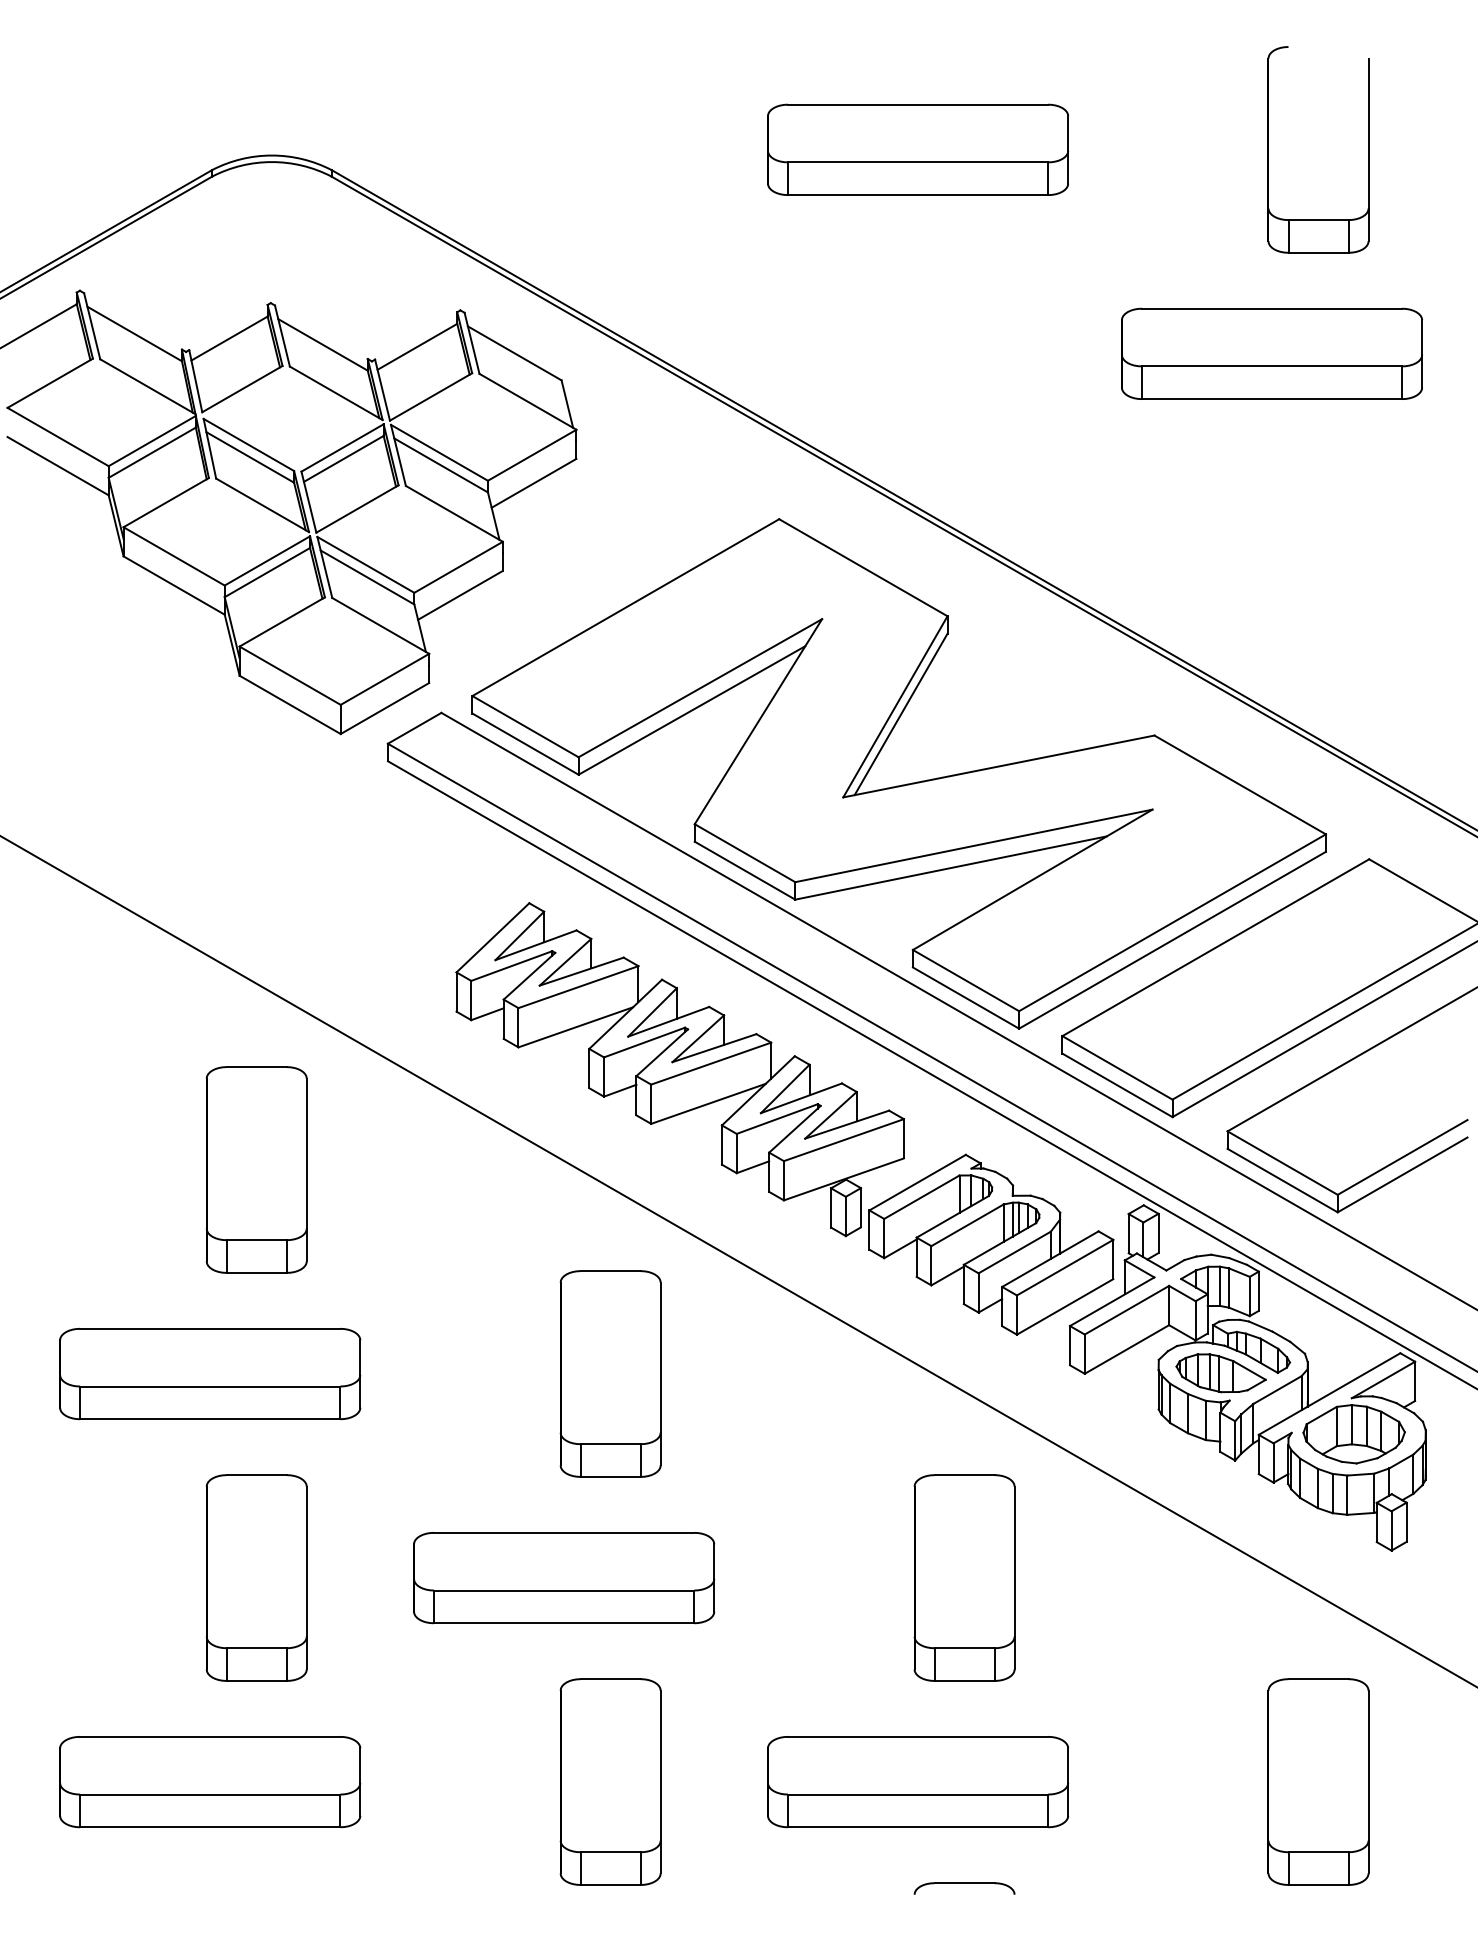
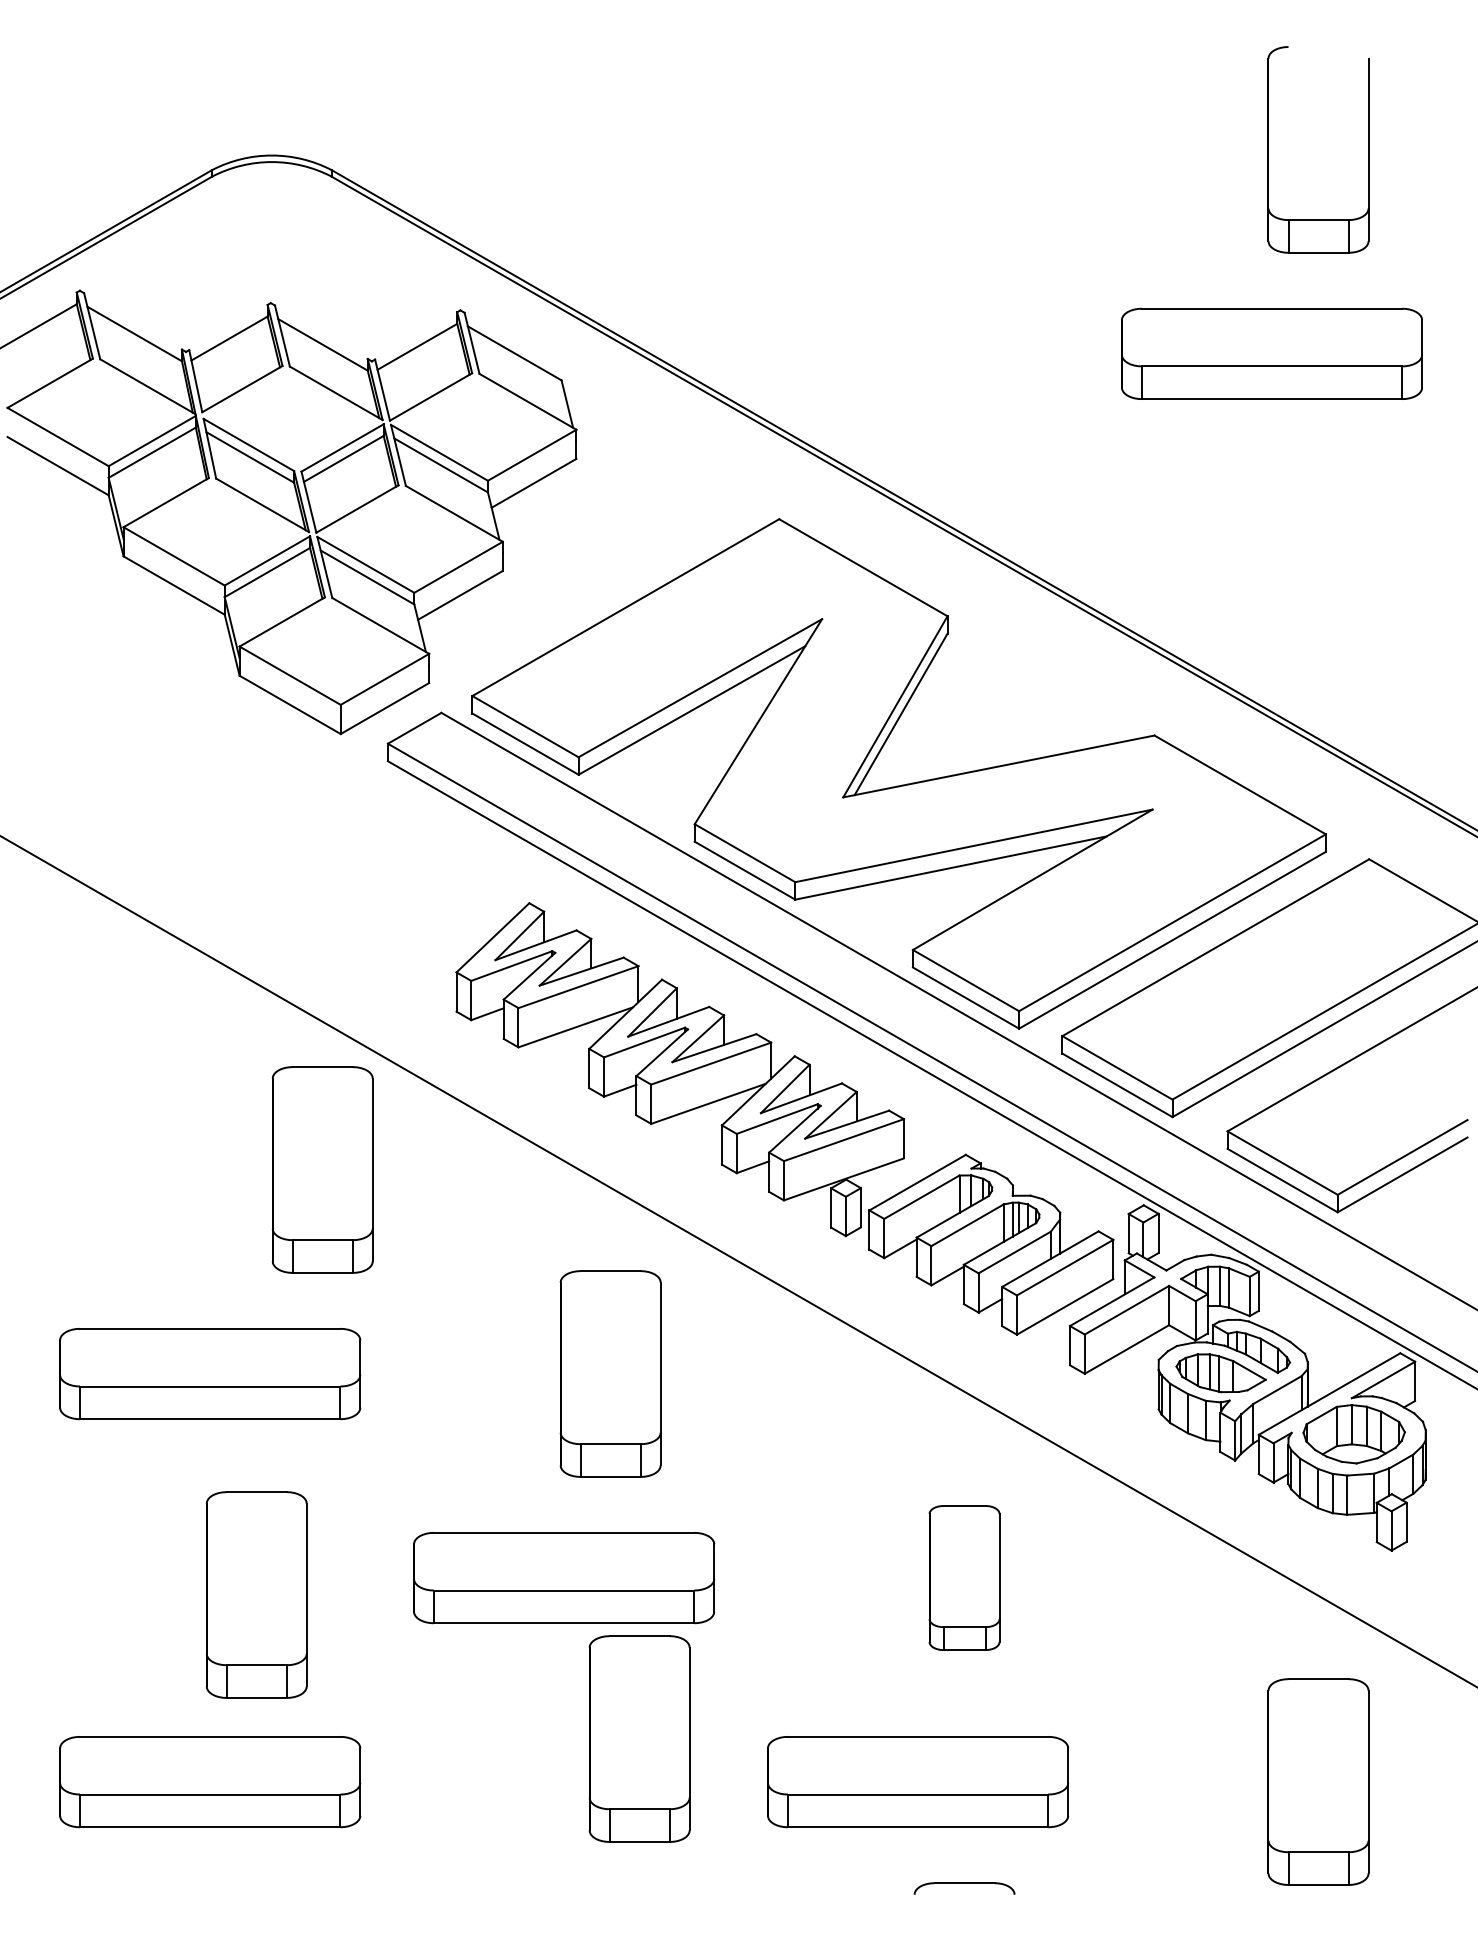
part at (918, 149): present -> none
part at (256, 1169) position: (256, 1169) -> (322, 1169)
part at (256, 1577) position: (256, 1577) -> (256, 1594)
part at (964, 1577) size: 103x208 px -> 73x146 px
part at (610, 1781) position: (610, 1781) -> (639, 1738)
